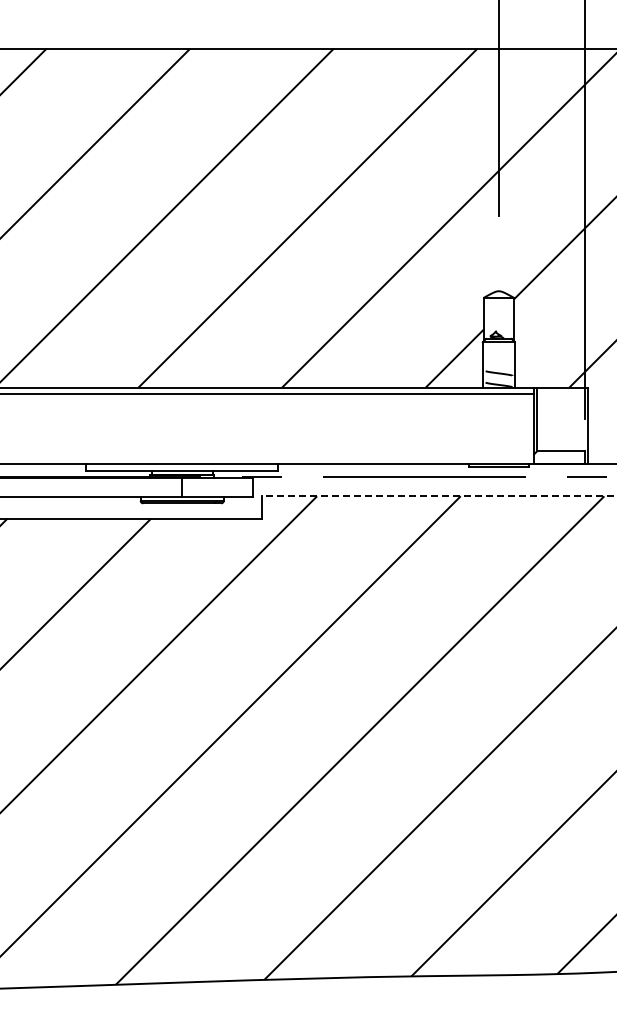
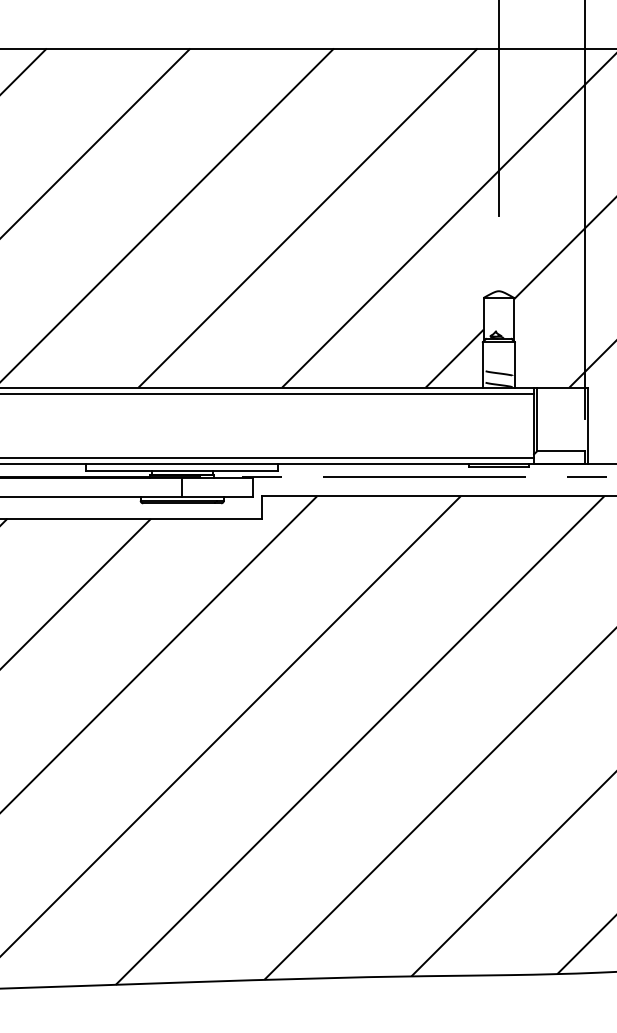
line at (268, 457): none -> present
line at (439, 496): dashed -> solid
